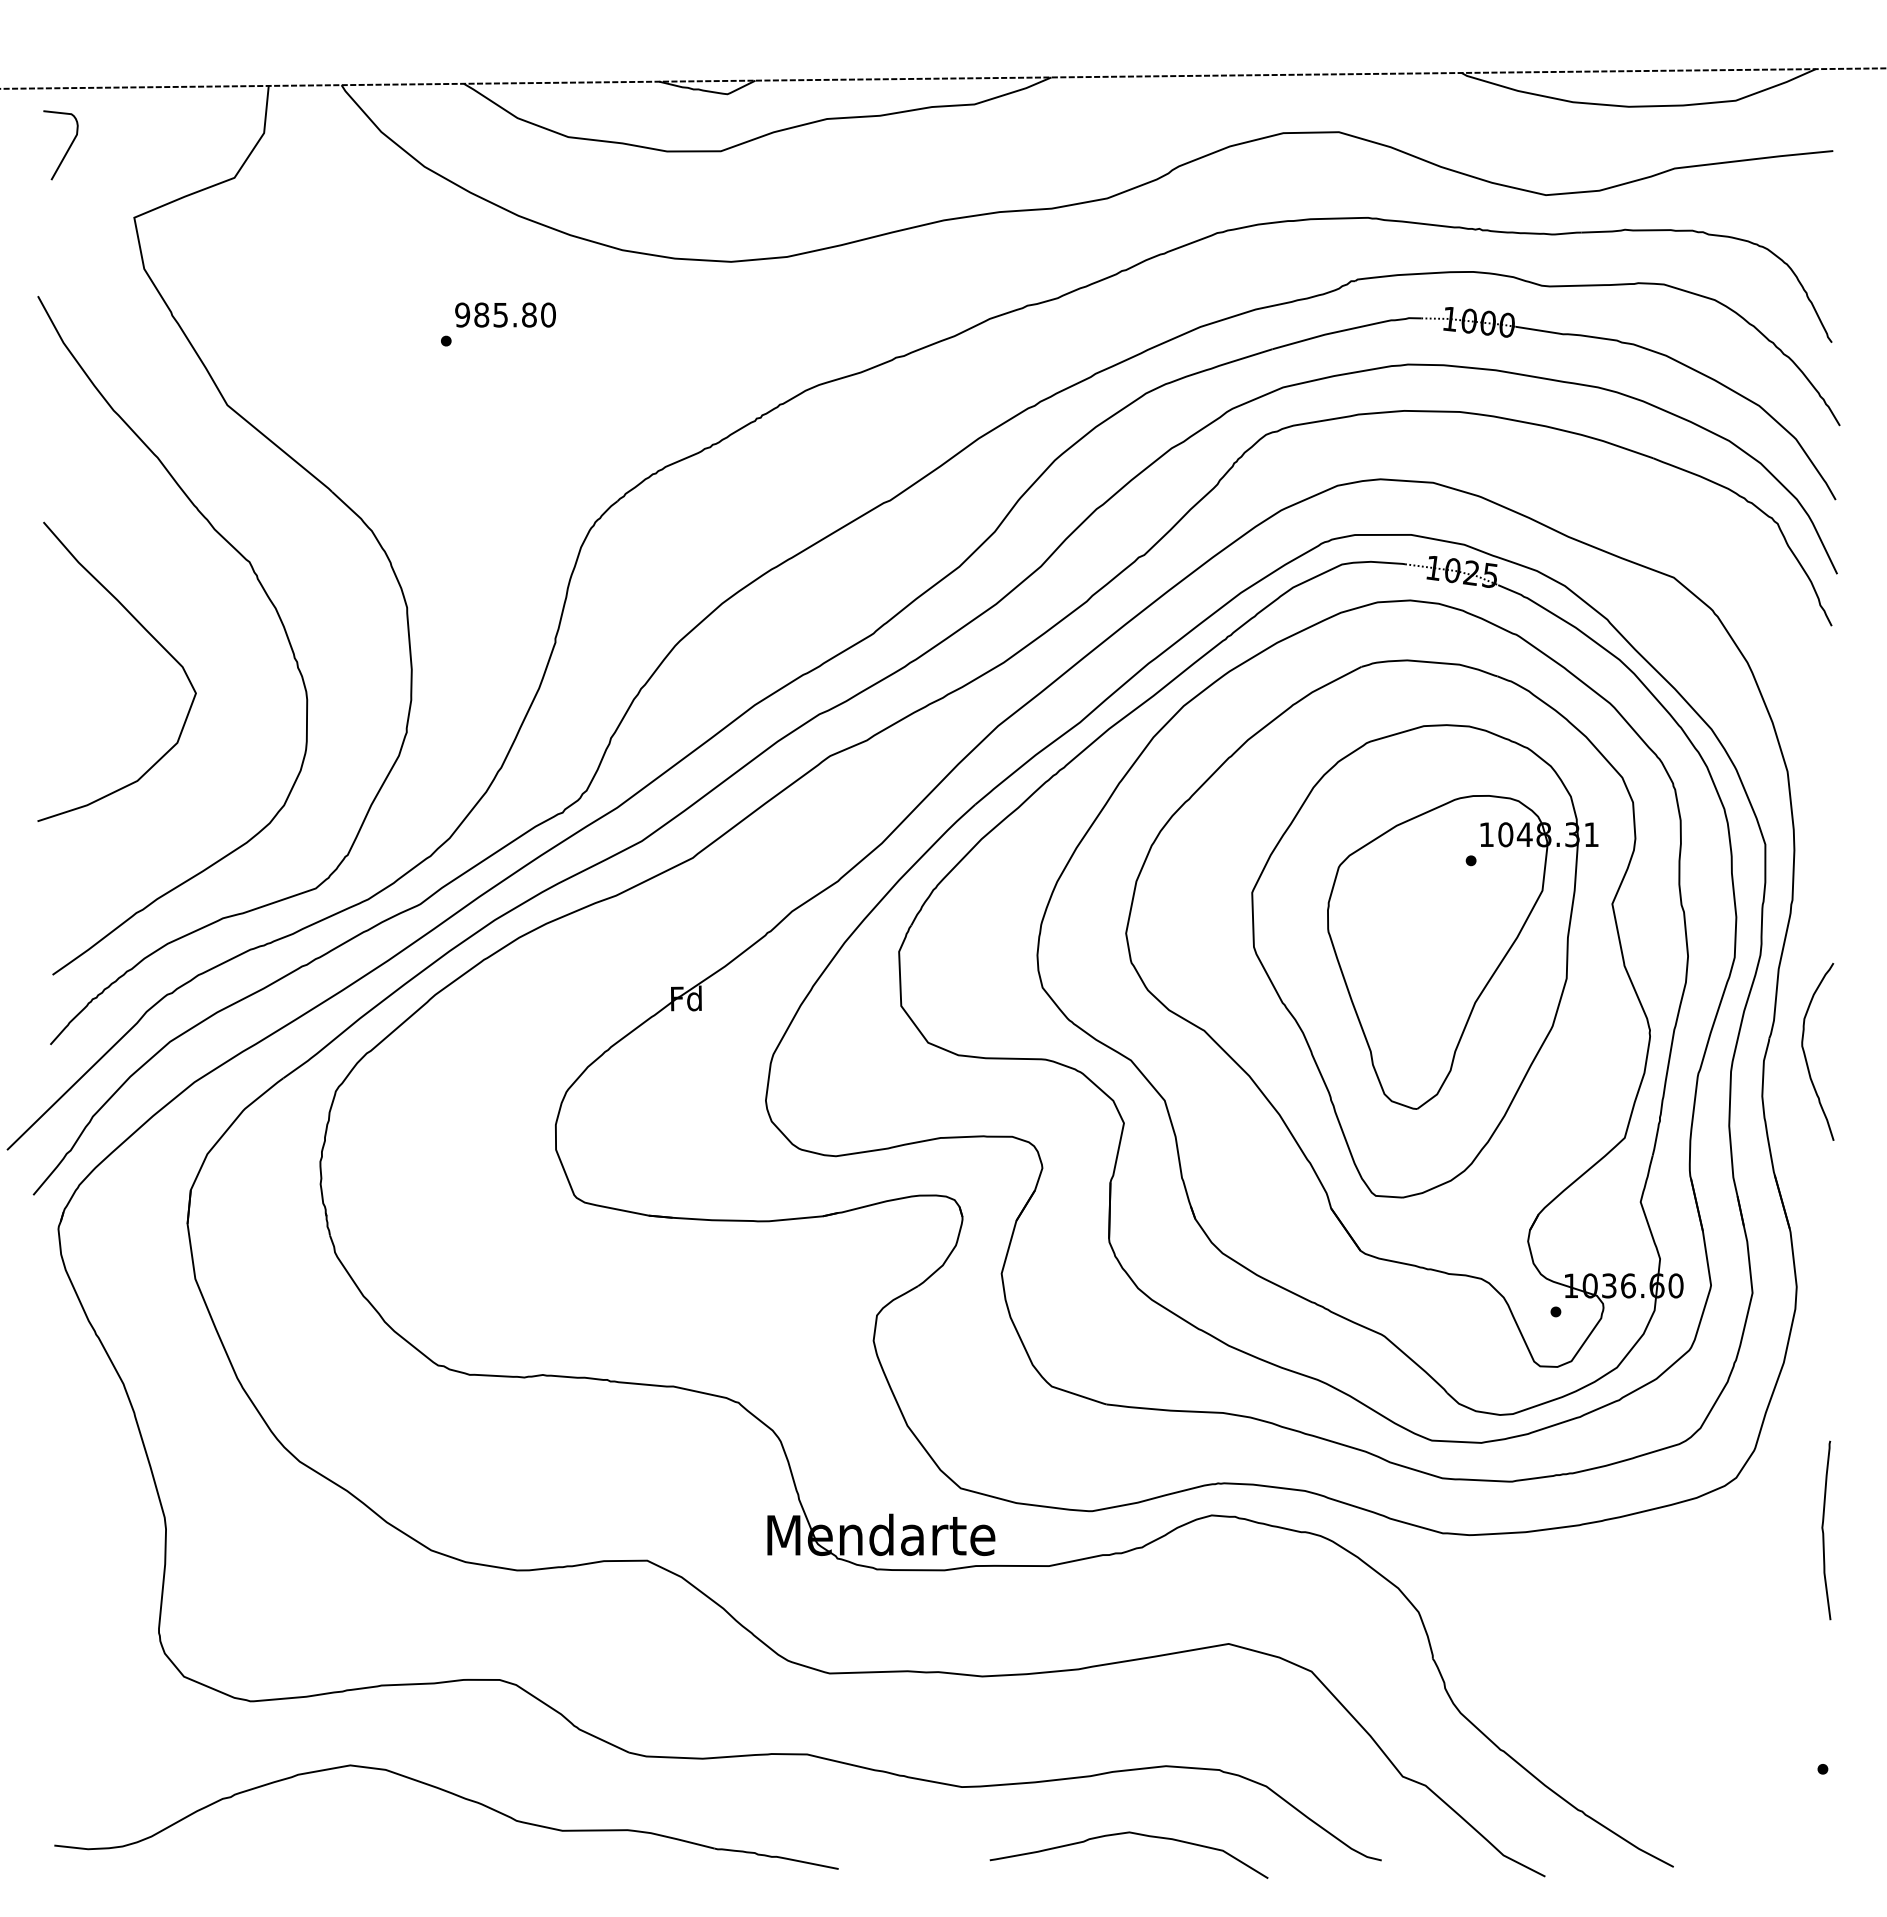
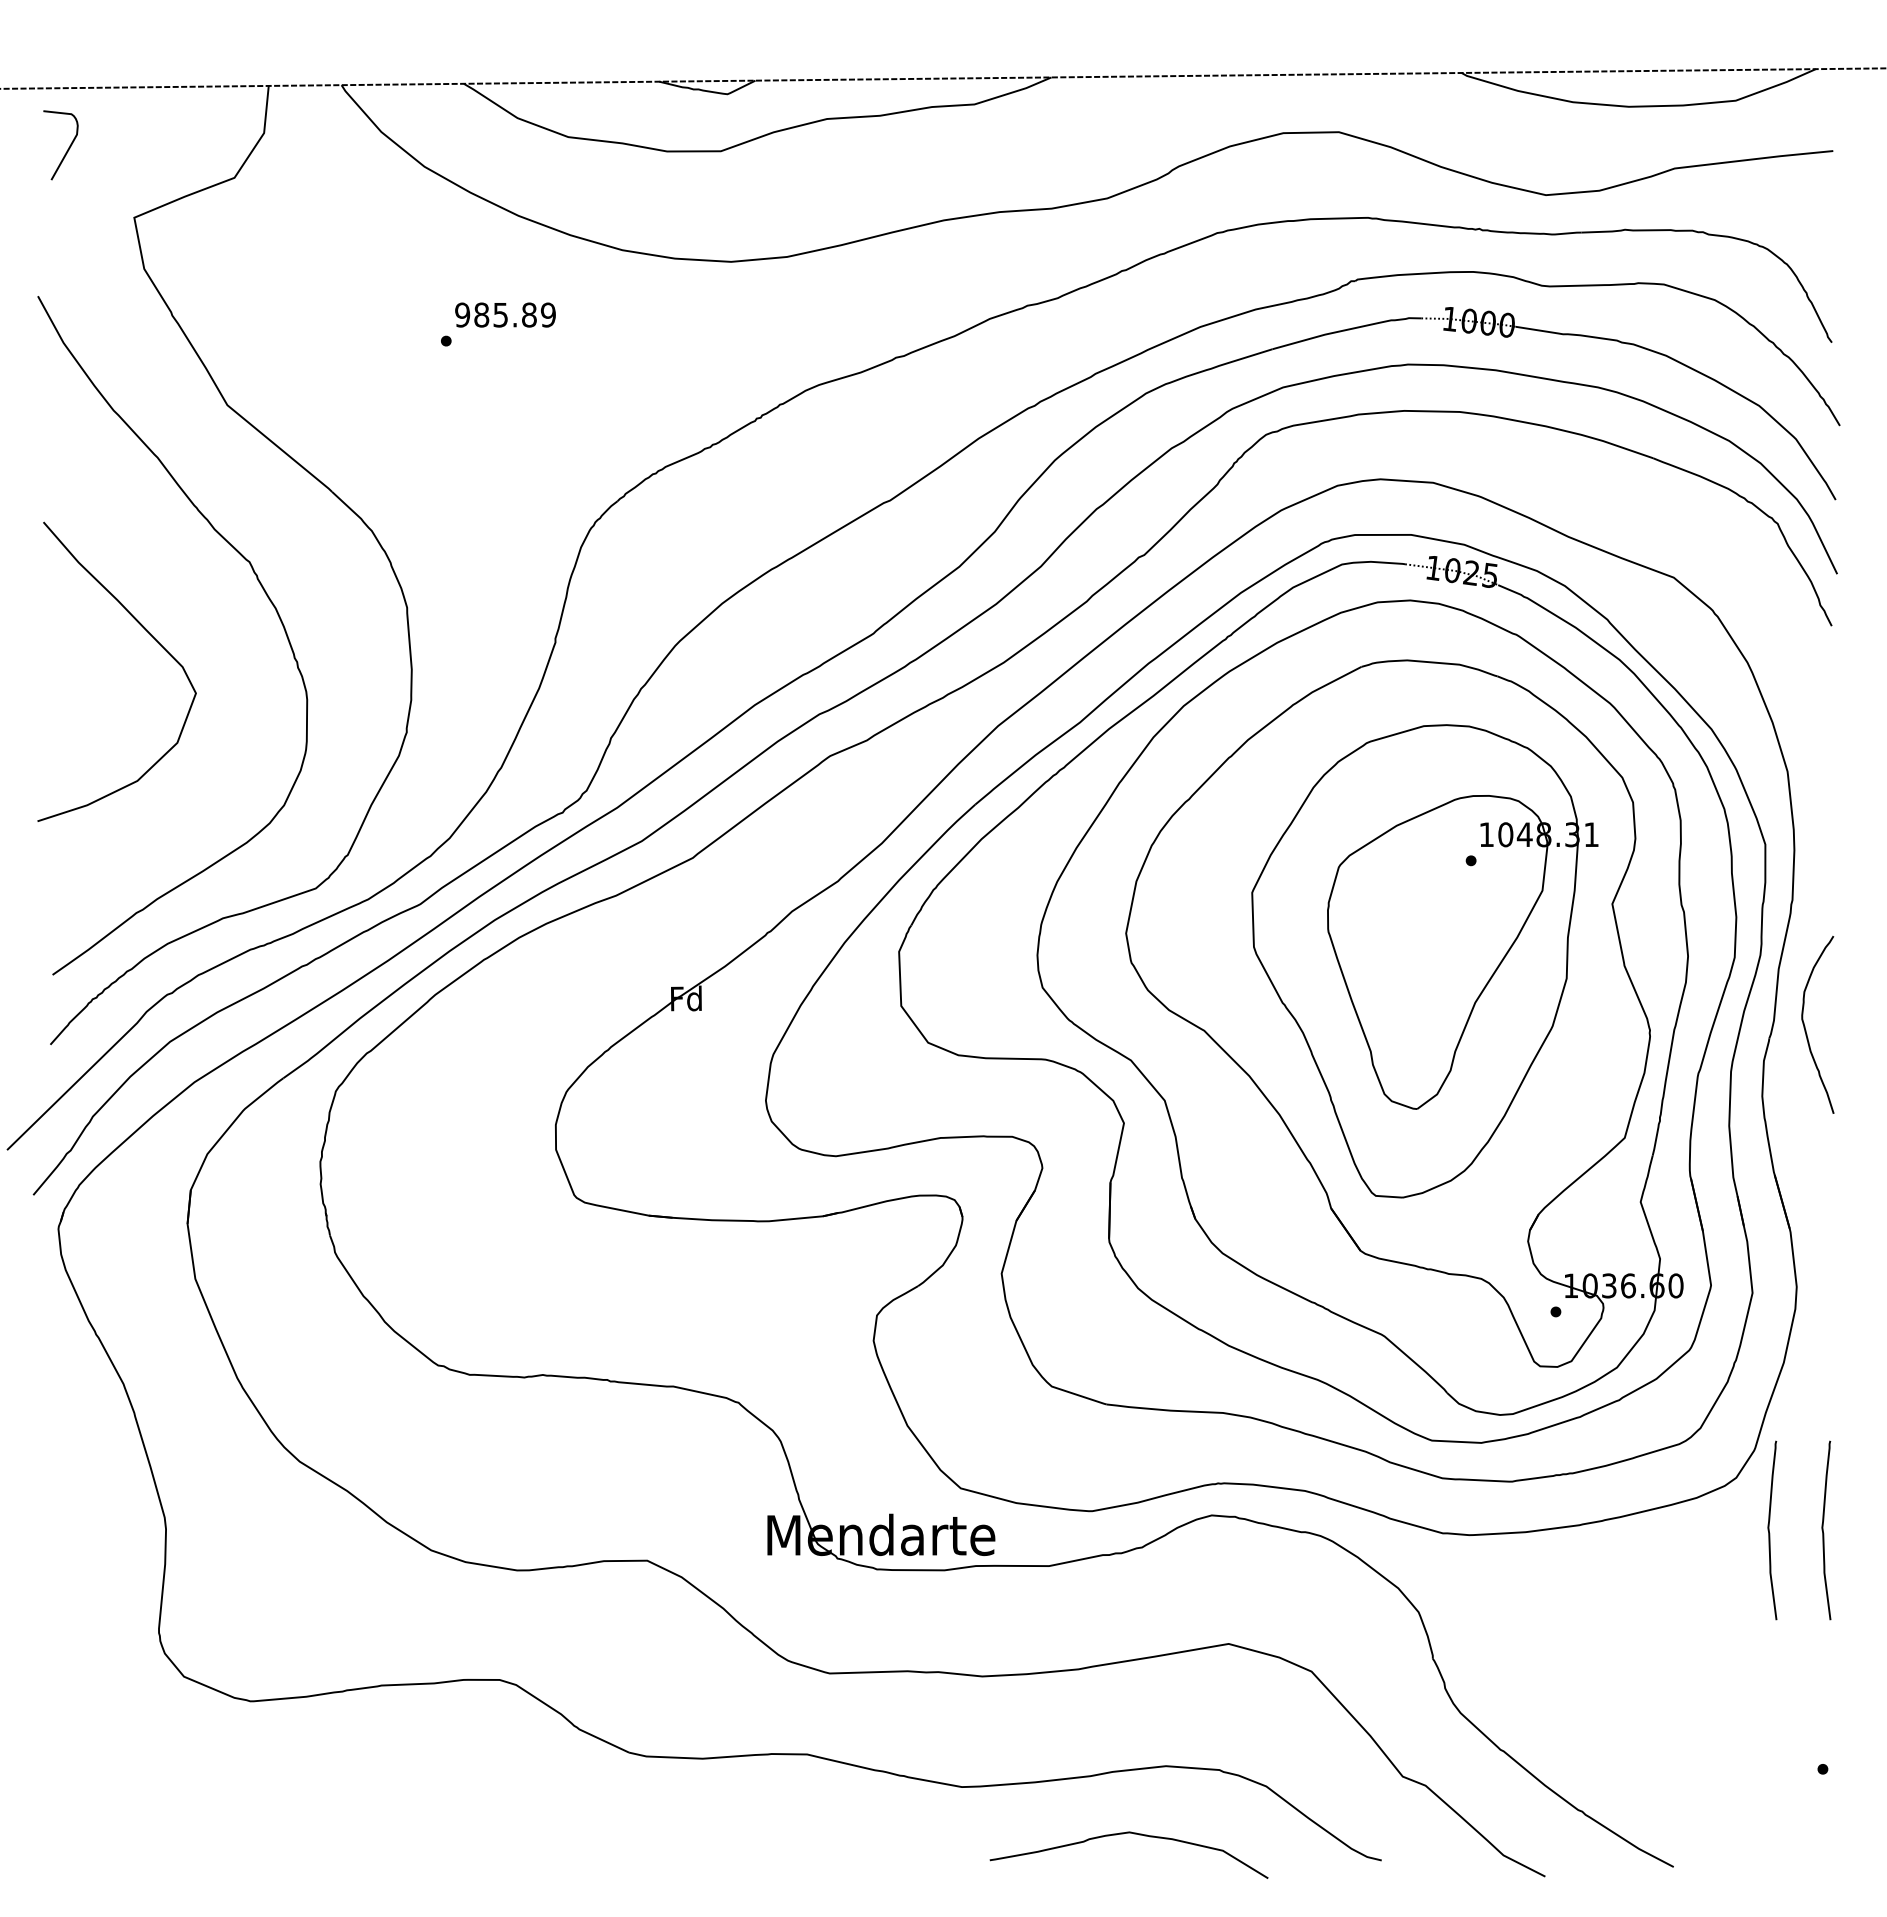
text at (547, 314): 985.80 -> 985.89
curve at (1805, 1053) position: (1805, 1053) -> (1805, 1026)
curve at (1769, 1530): none -> present
part at (456, 1796): present -> none
